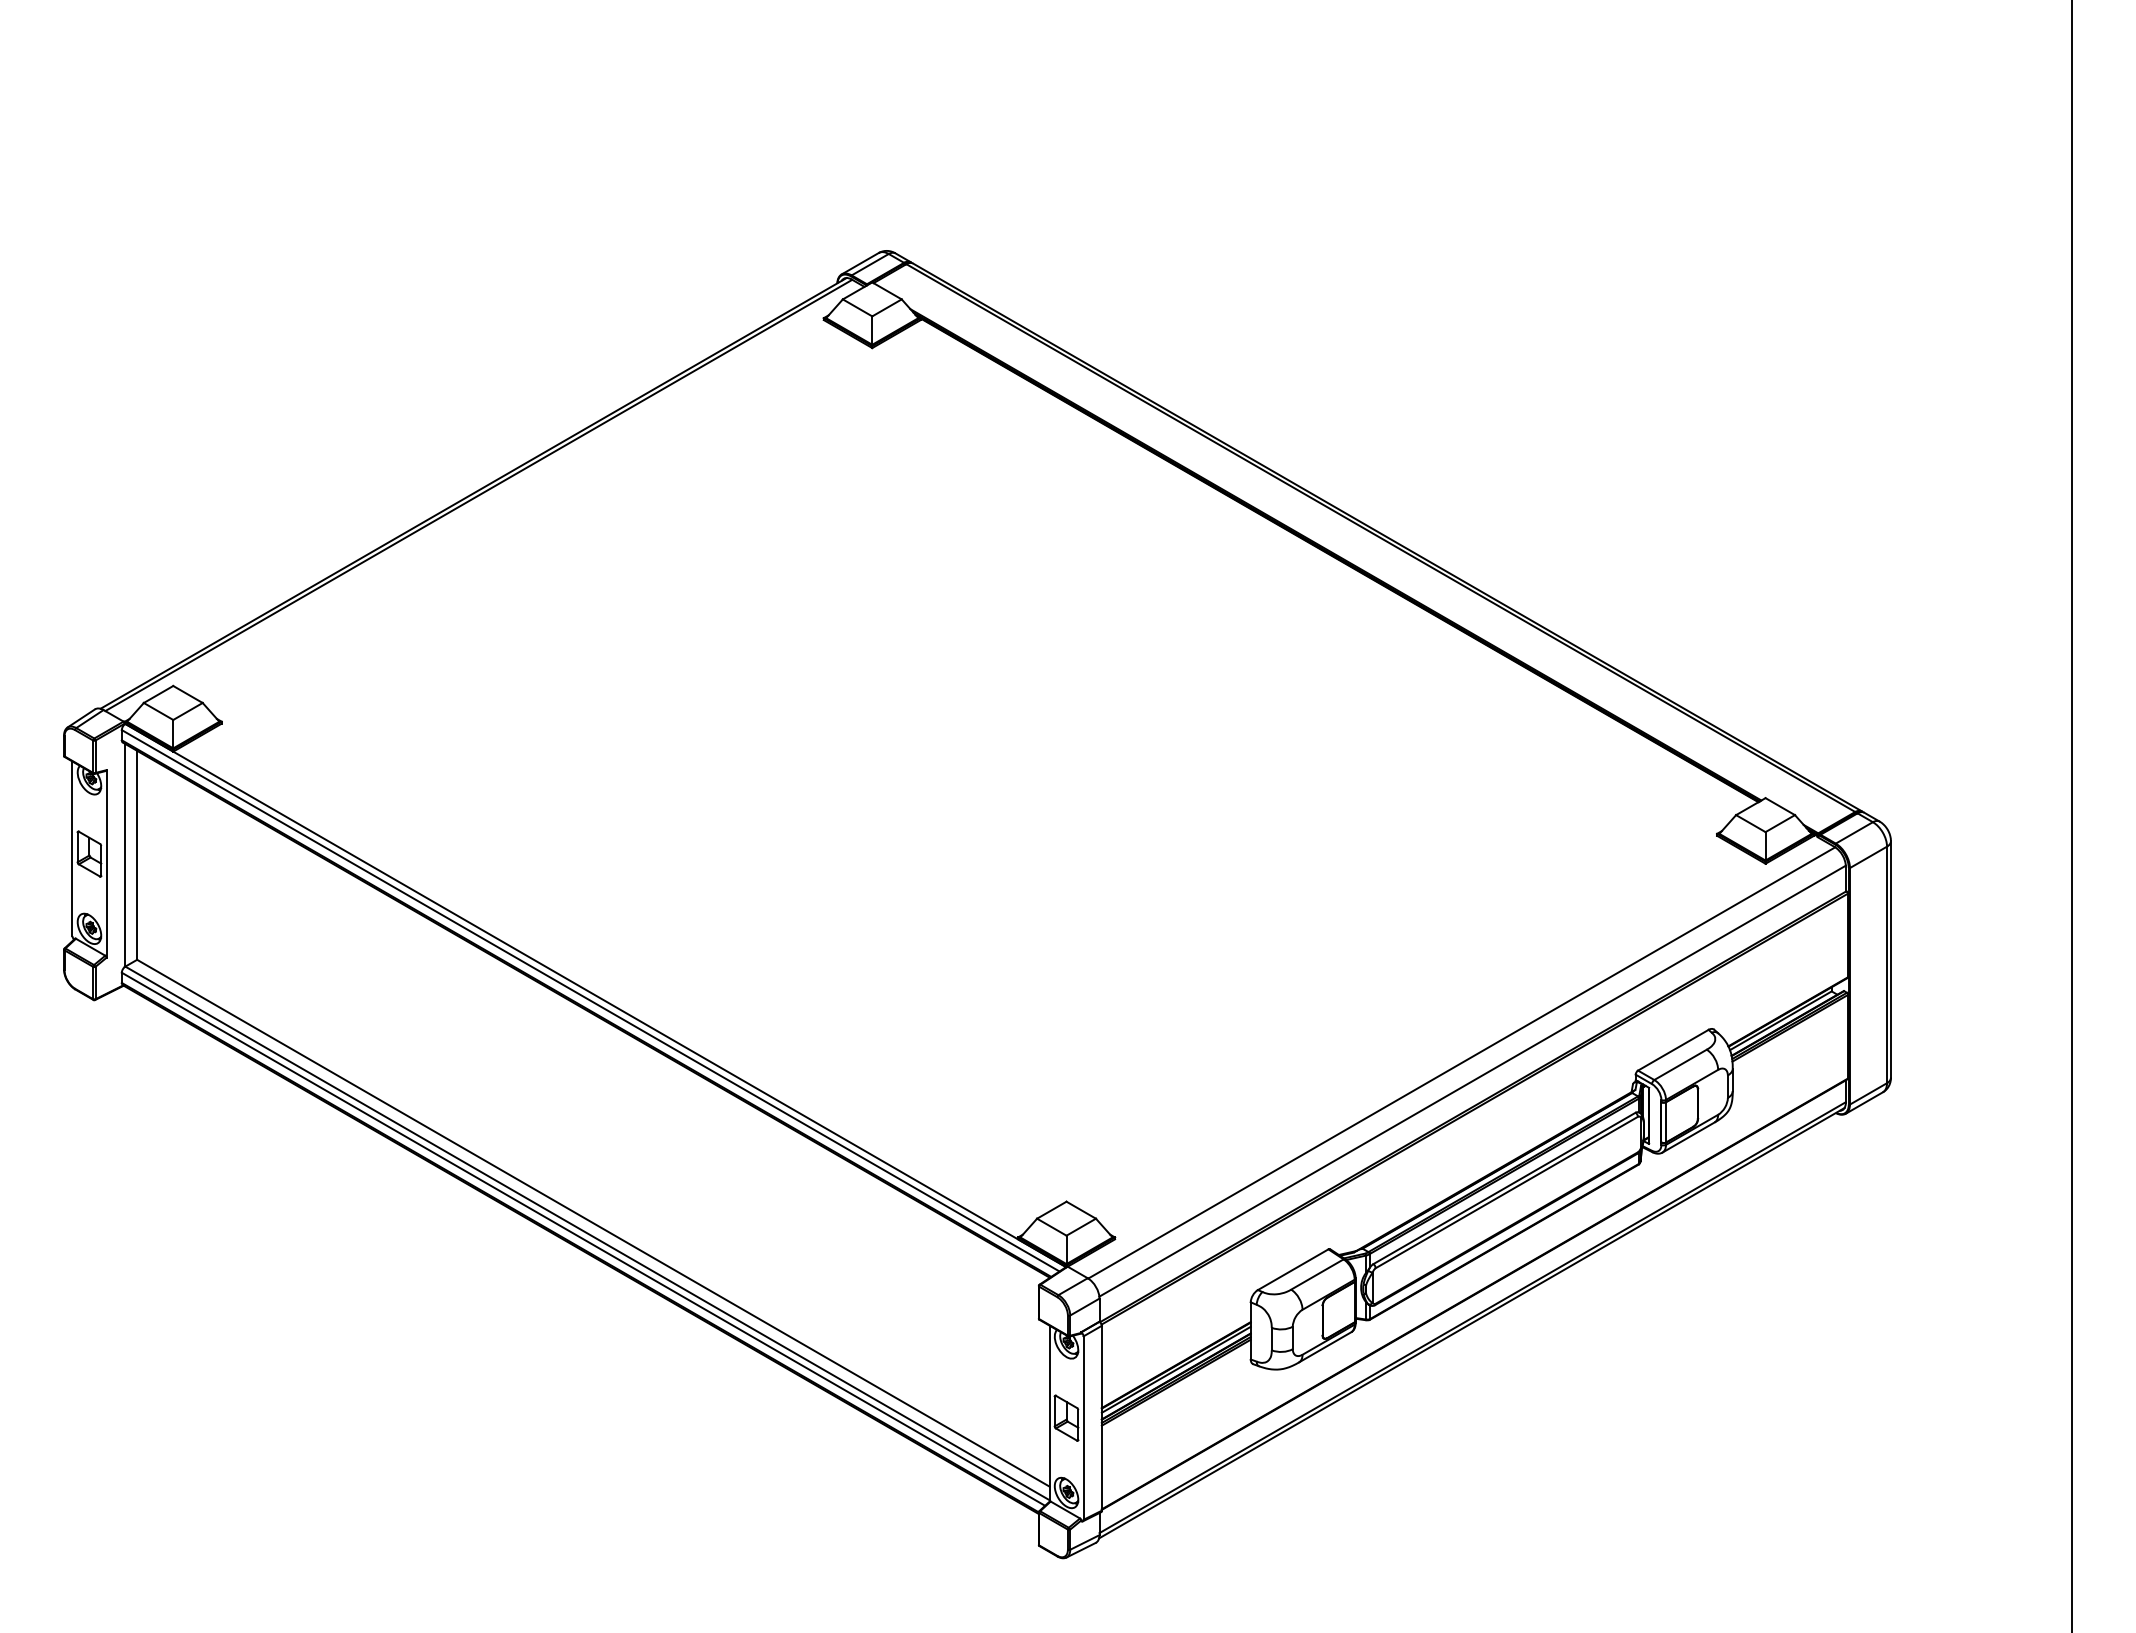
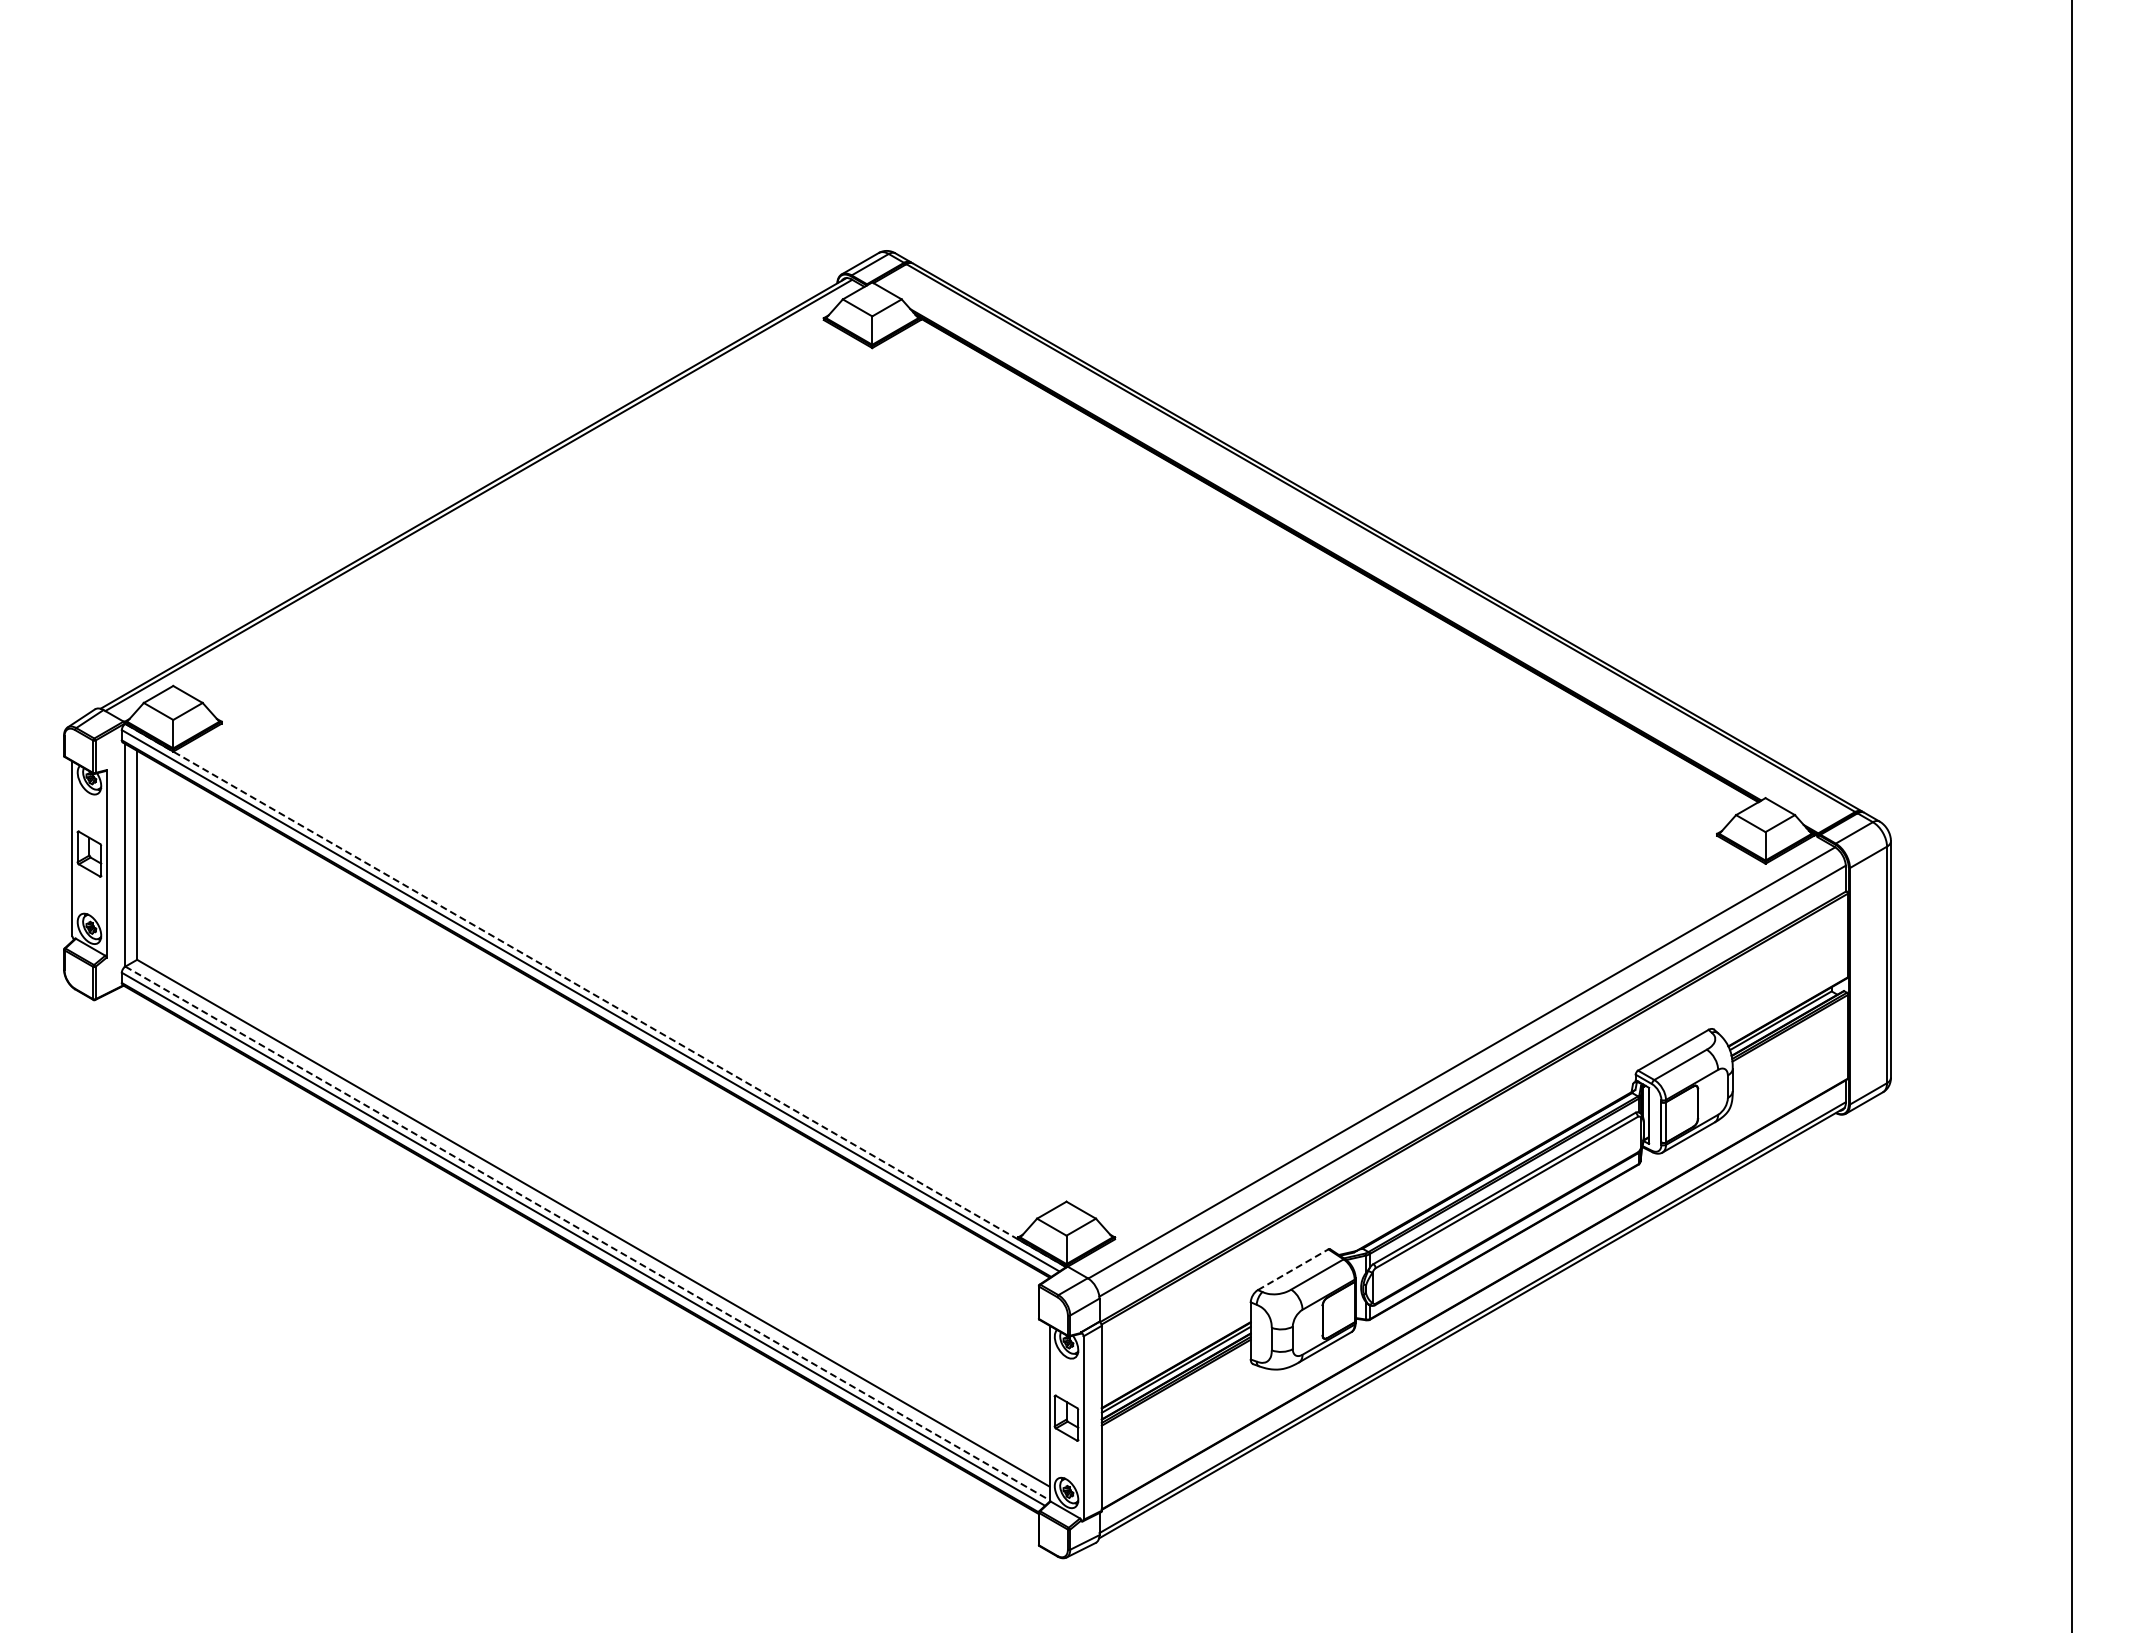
line at (595, 995): solid -> dashed
line at (587, 1233): solid -> dashed
line at (1293, 1269): solid -> dashed
